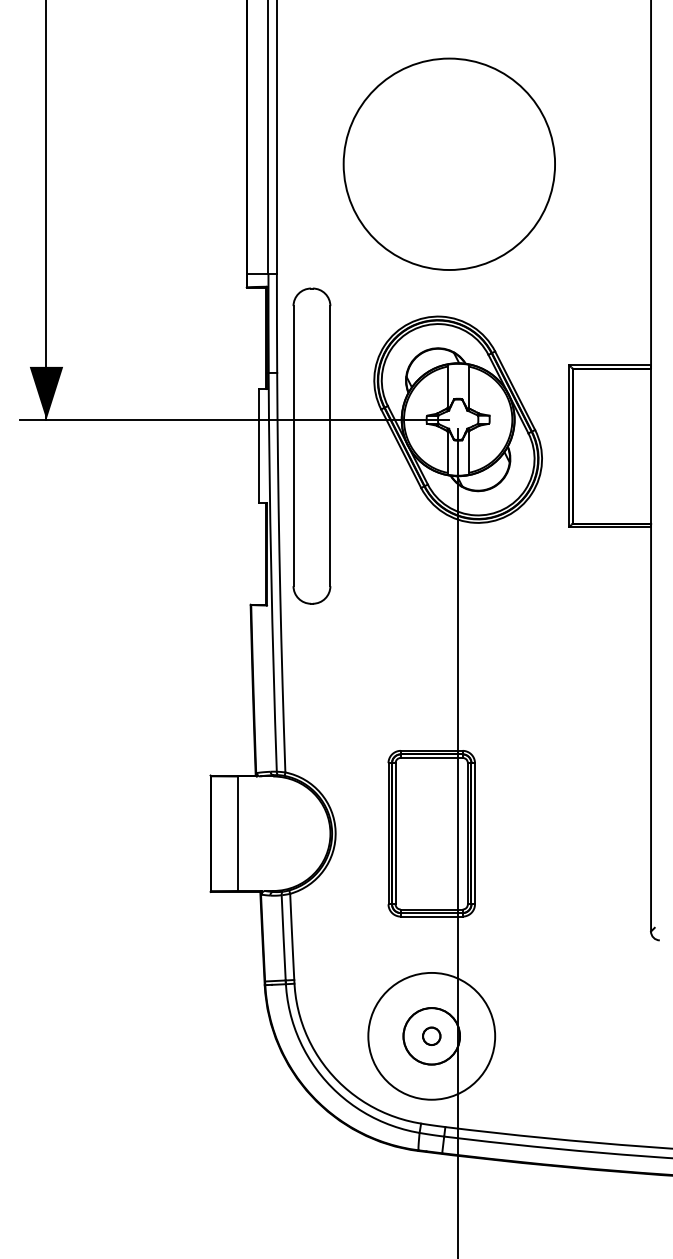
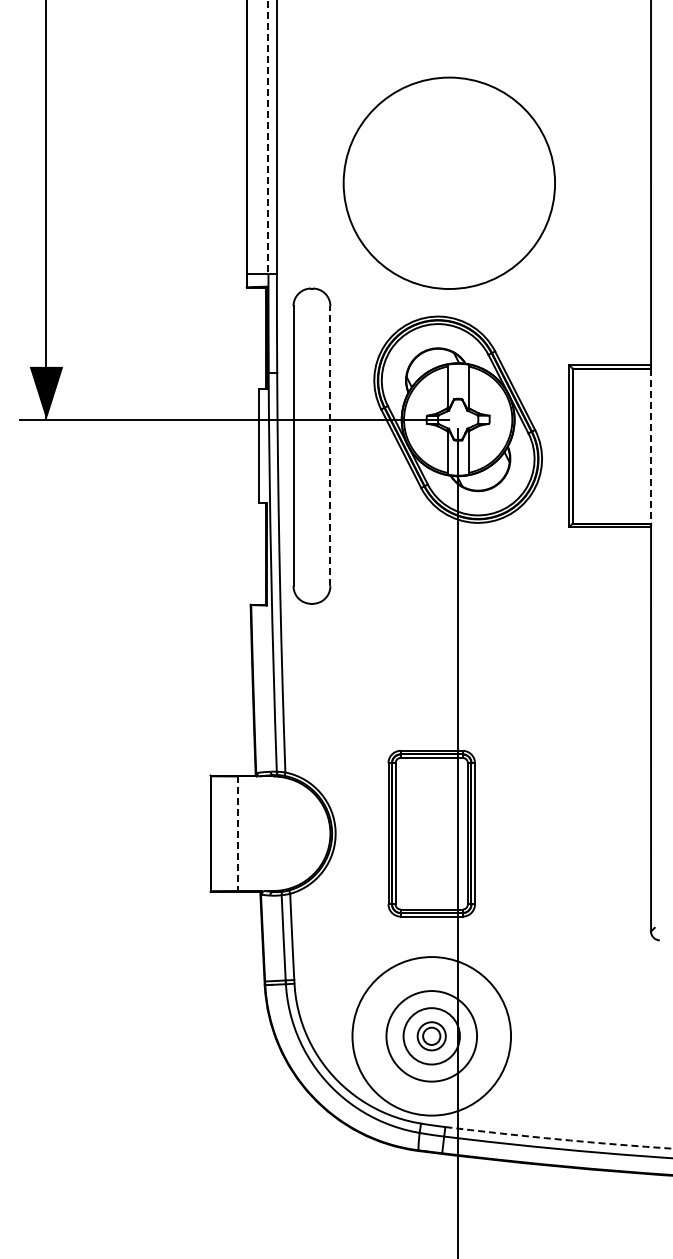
line at (268, 137): solid -> dashed
circle at (448, 163) position: (448, 163) -> (448, 182)
line at (330, 445): solid -> dashed
line at (651, 446): solid -> dashed
line at (237, 834): solid -> dashed
circle at (431, 1035) diameter: 127 px -> 159 px
circle at (431, 1036) diameter: 18 px -> 28 px
circle at (431, 1036) diameter: 57 px -> 91 px
arc at (559, 1139): solid -> dashed
